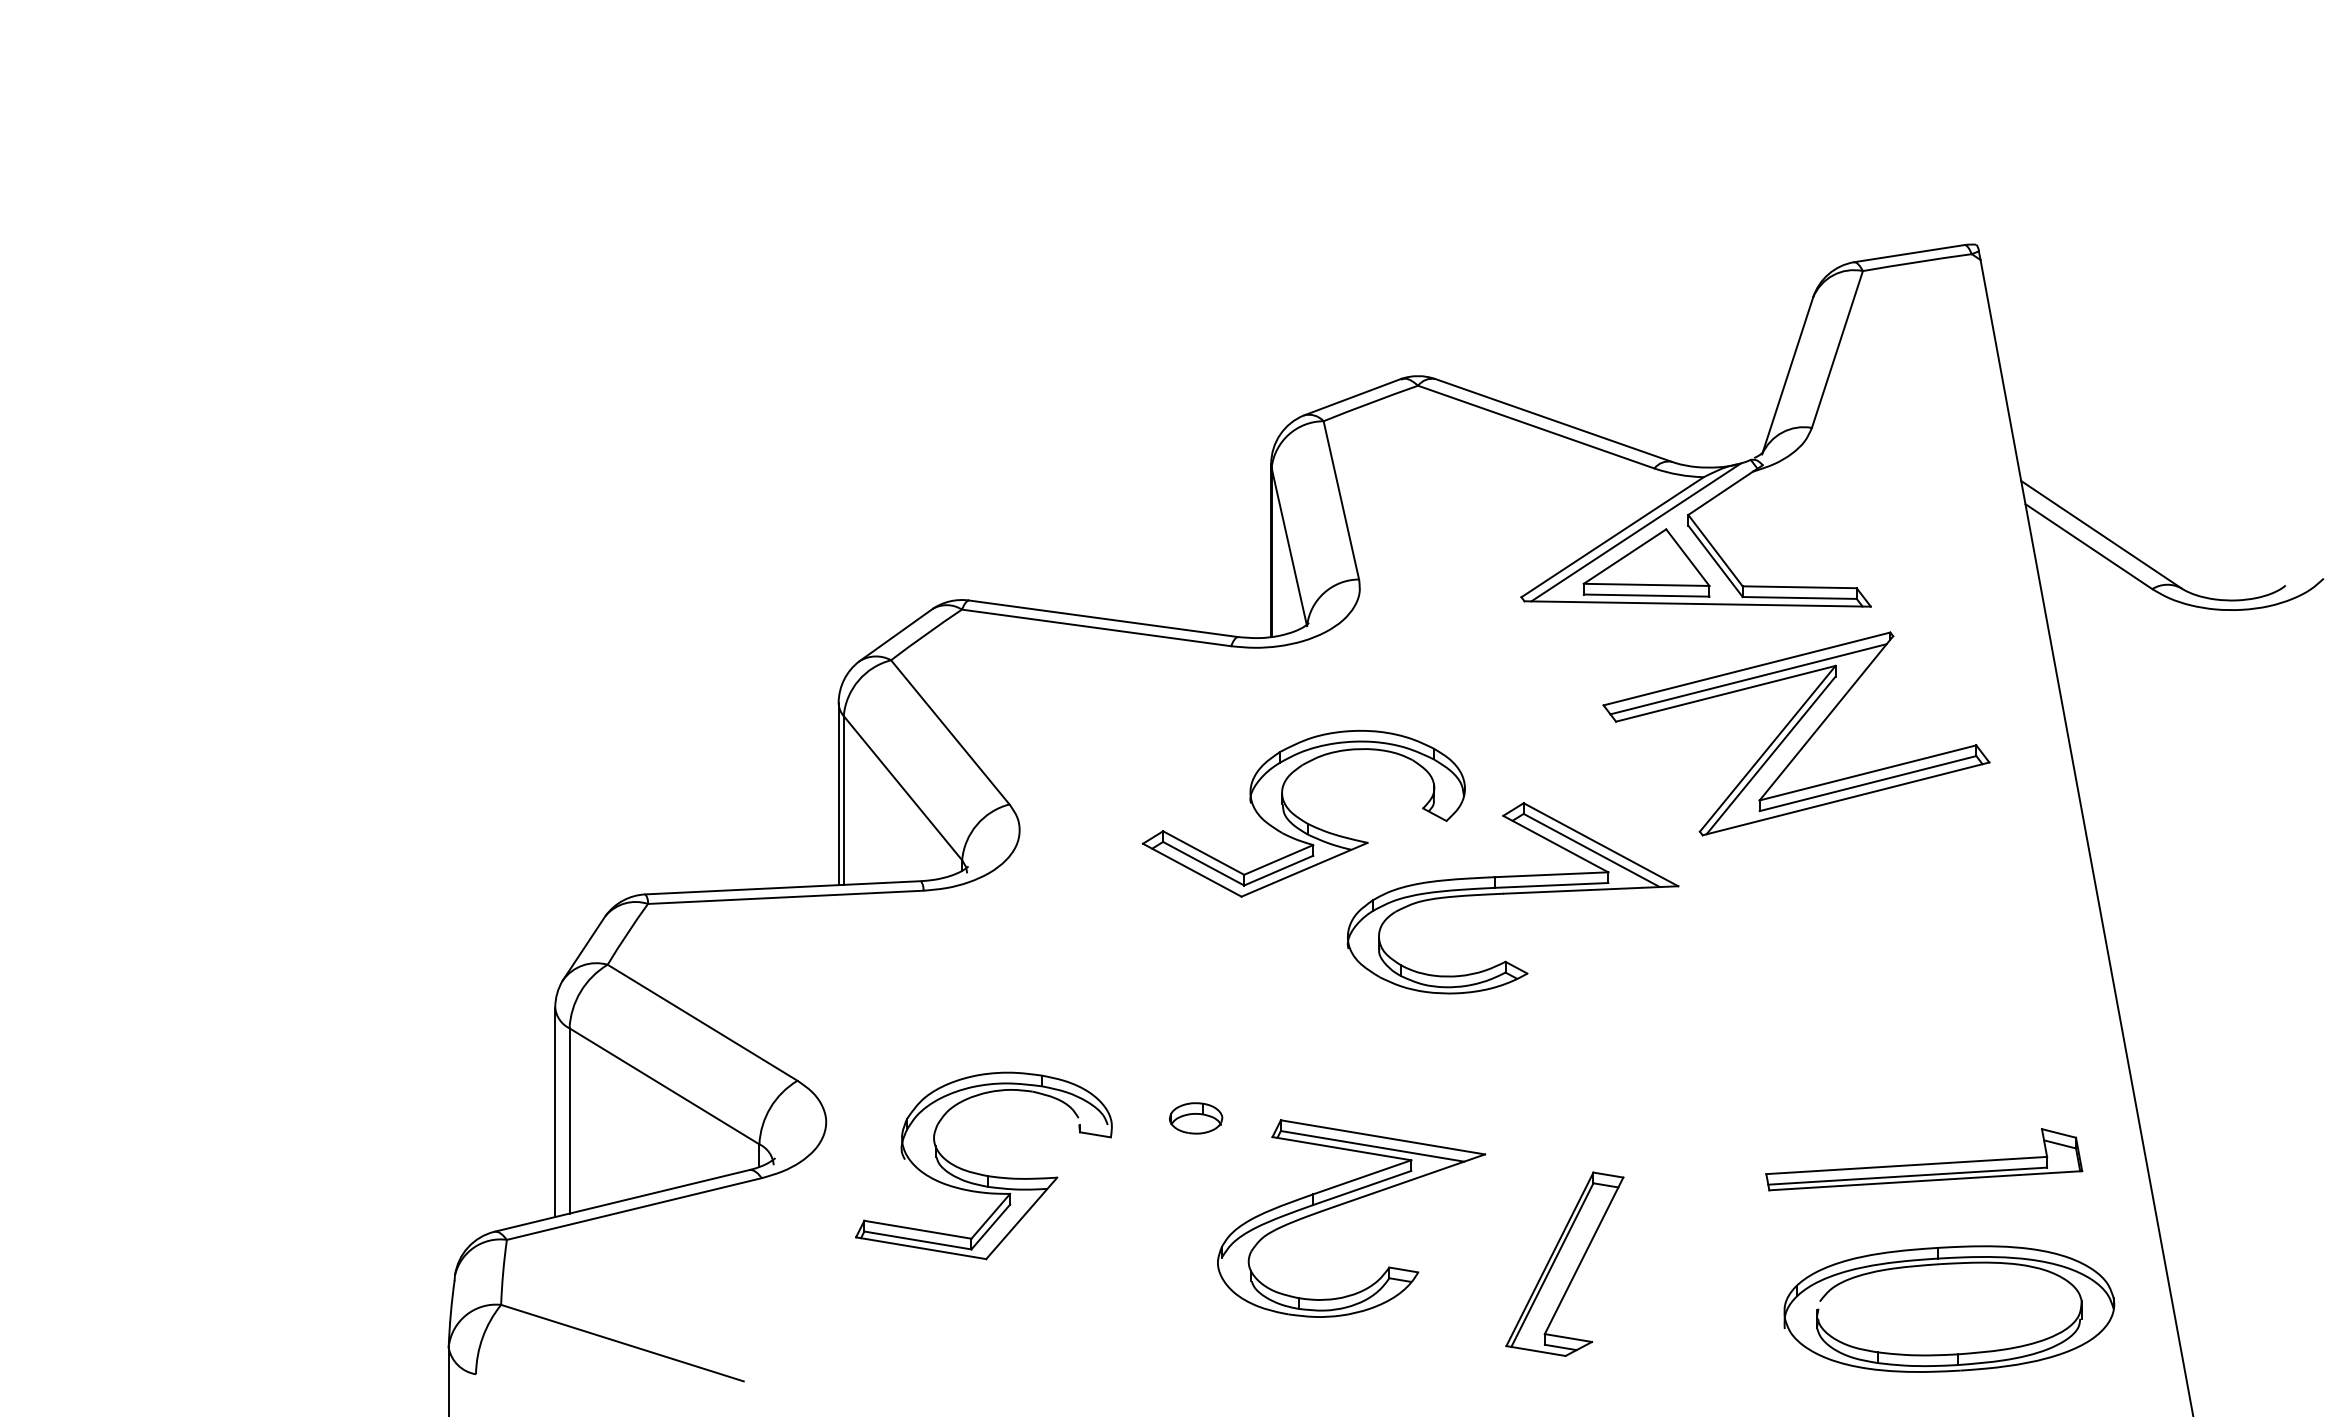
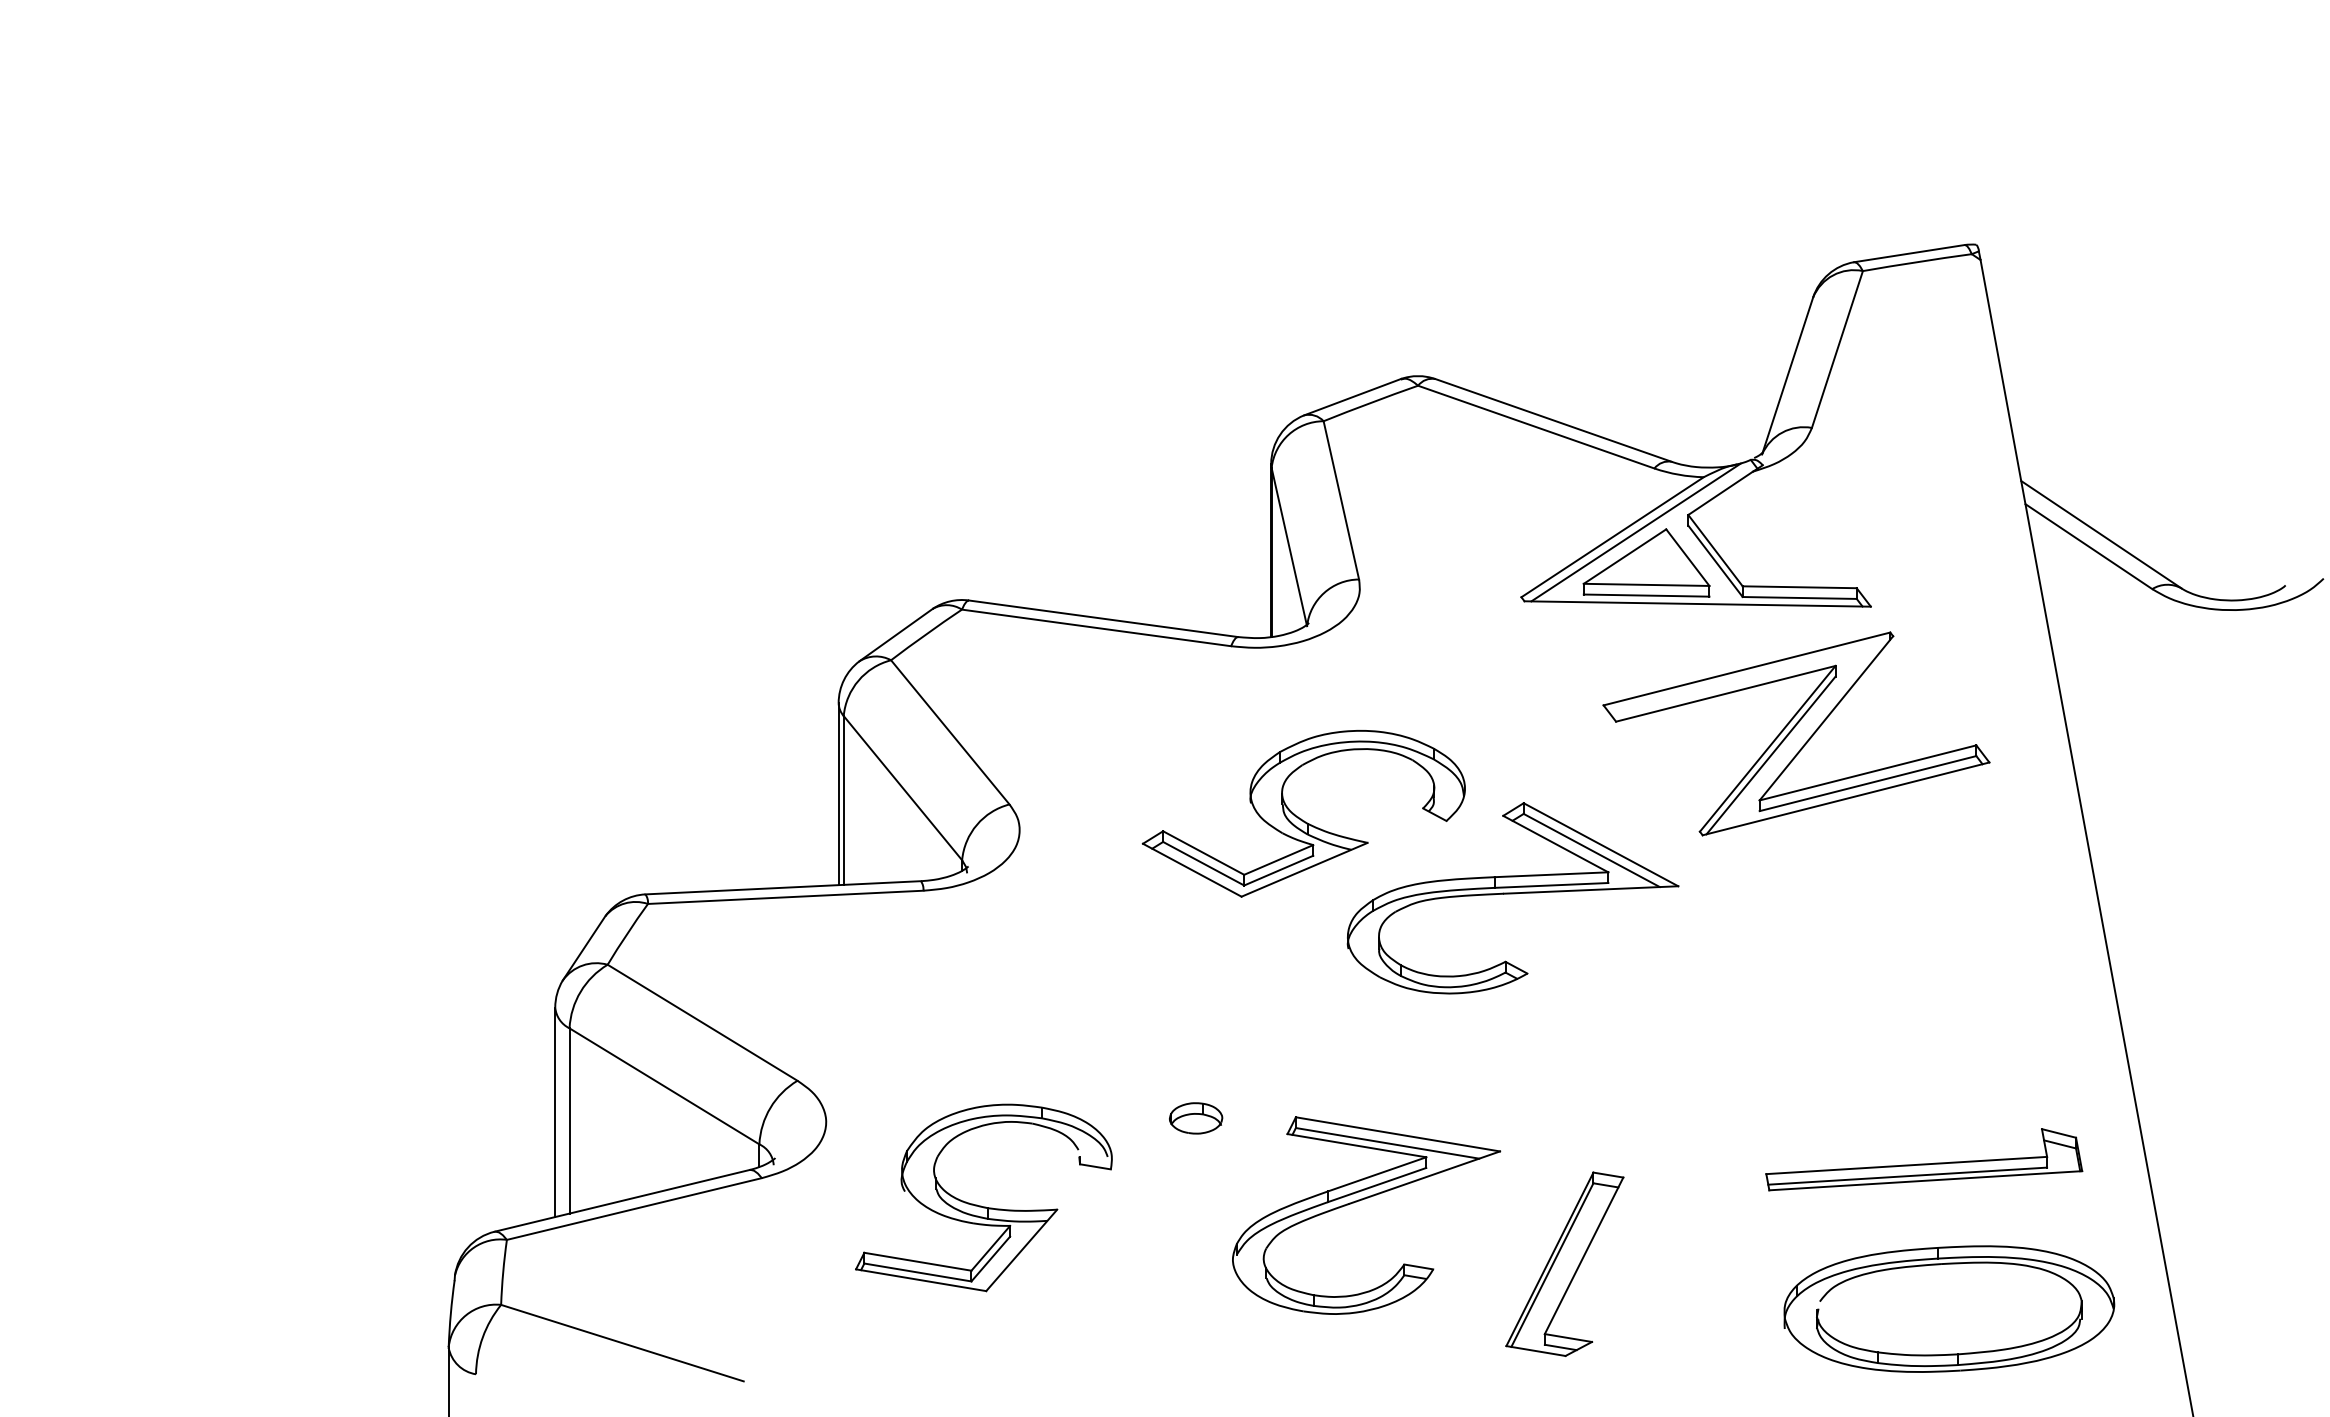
line at (1748, 679): present -> none
part at (981, 1173) position: (981, 1173) -> (981, 1205)
part at (1347, 1203) position: (1347, 1203) -> (1362, 1200)
